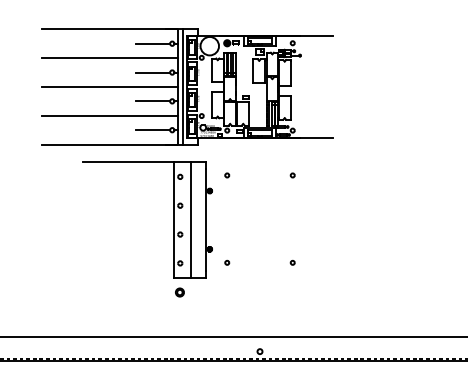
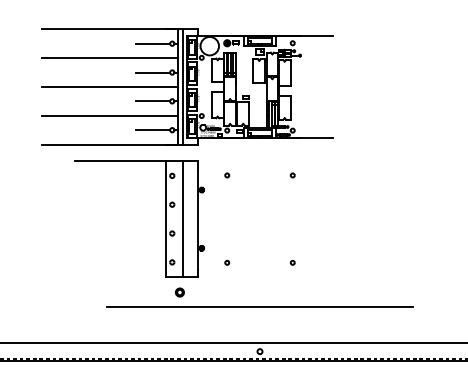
part at (173, 219) position: (173, 219) -> (165, 218)
line at (259, 307): none -> present
line at (233, 336) position: (233, 336) -> (233, 342)
